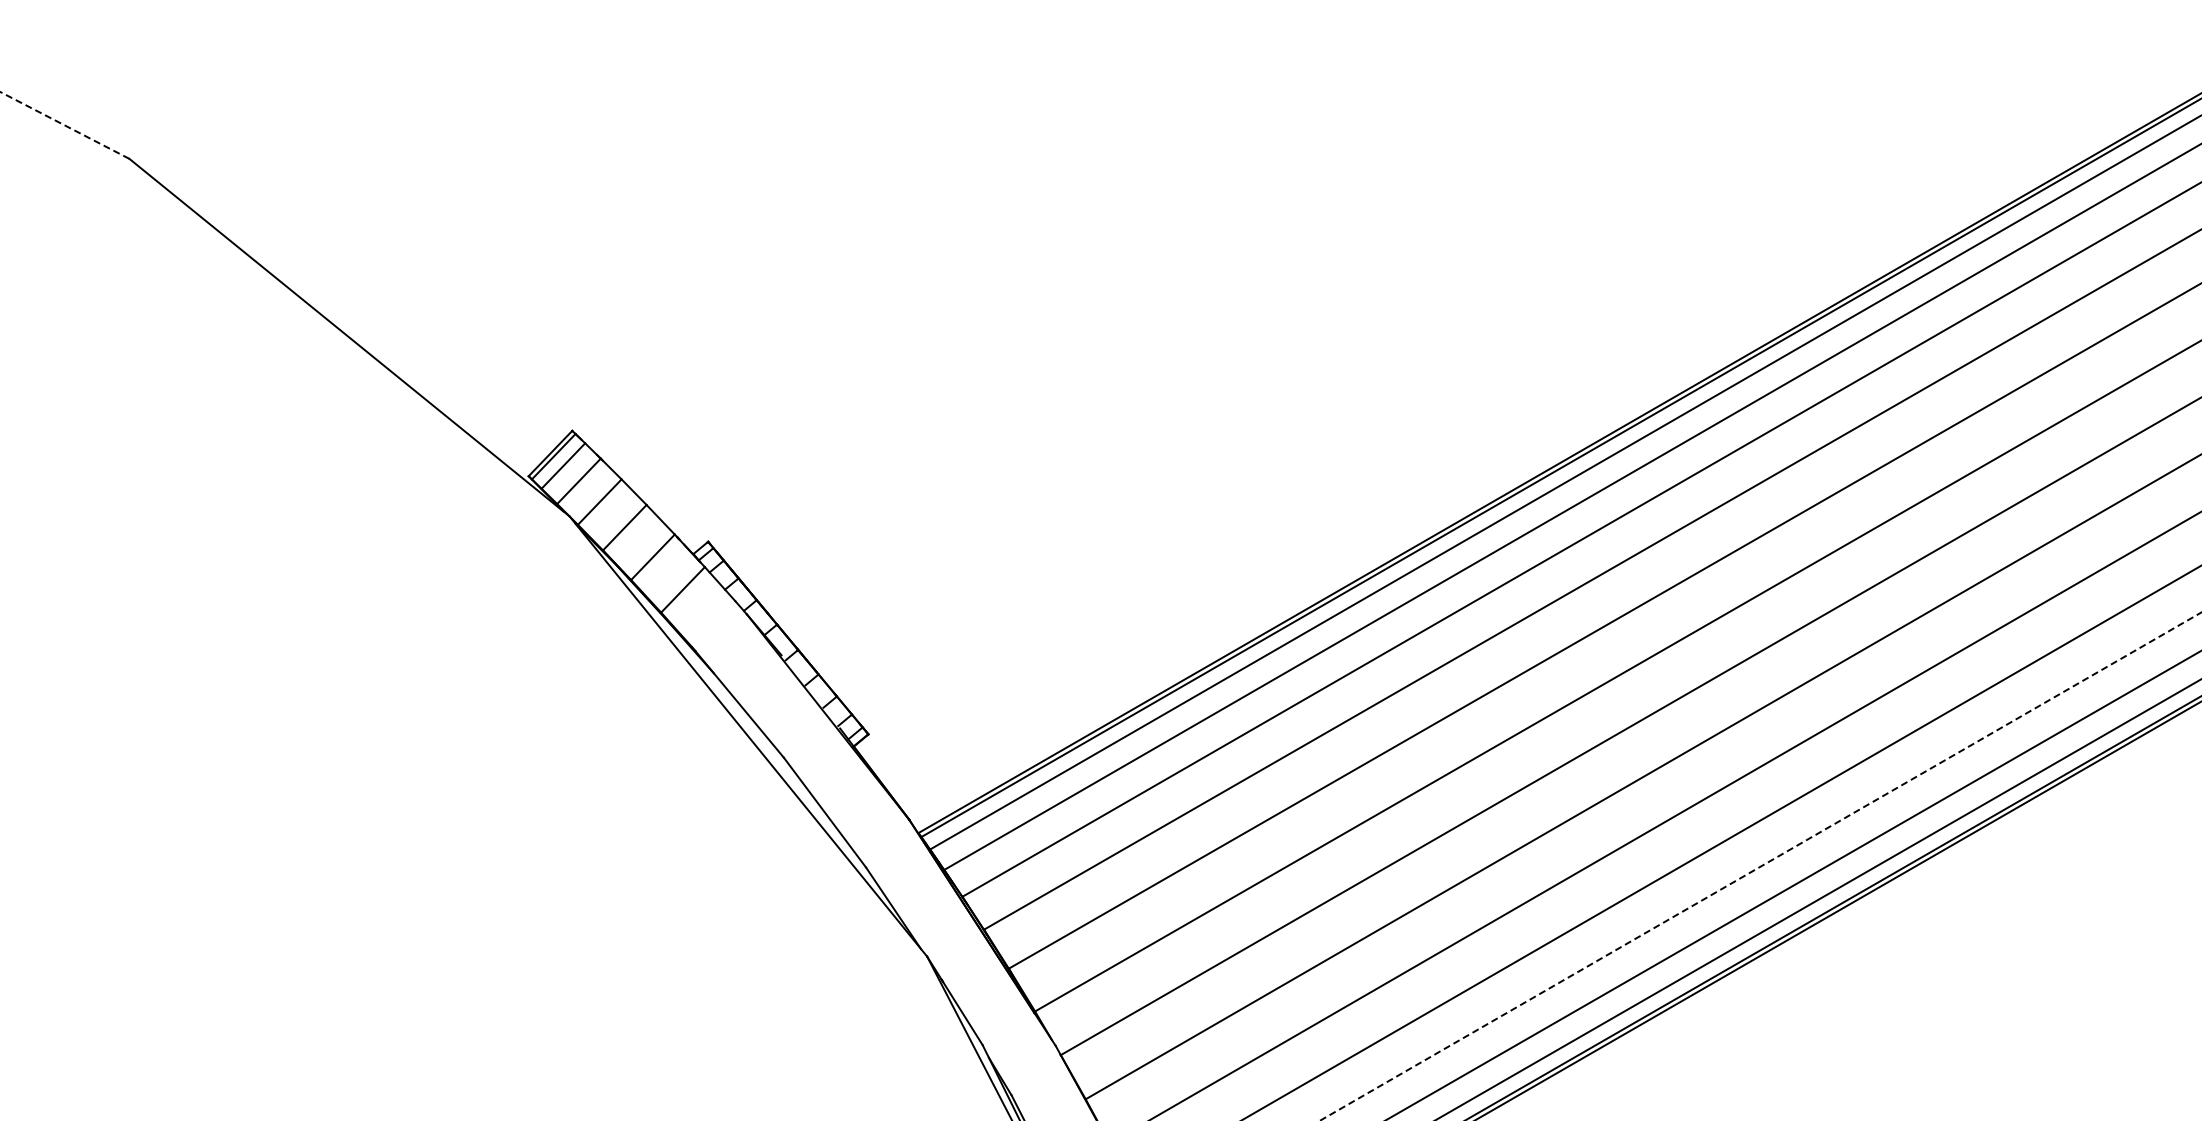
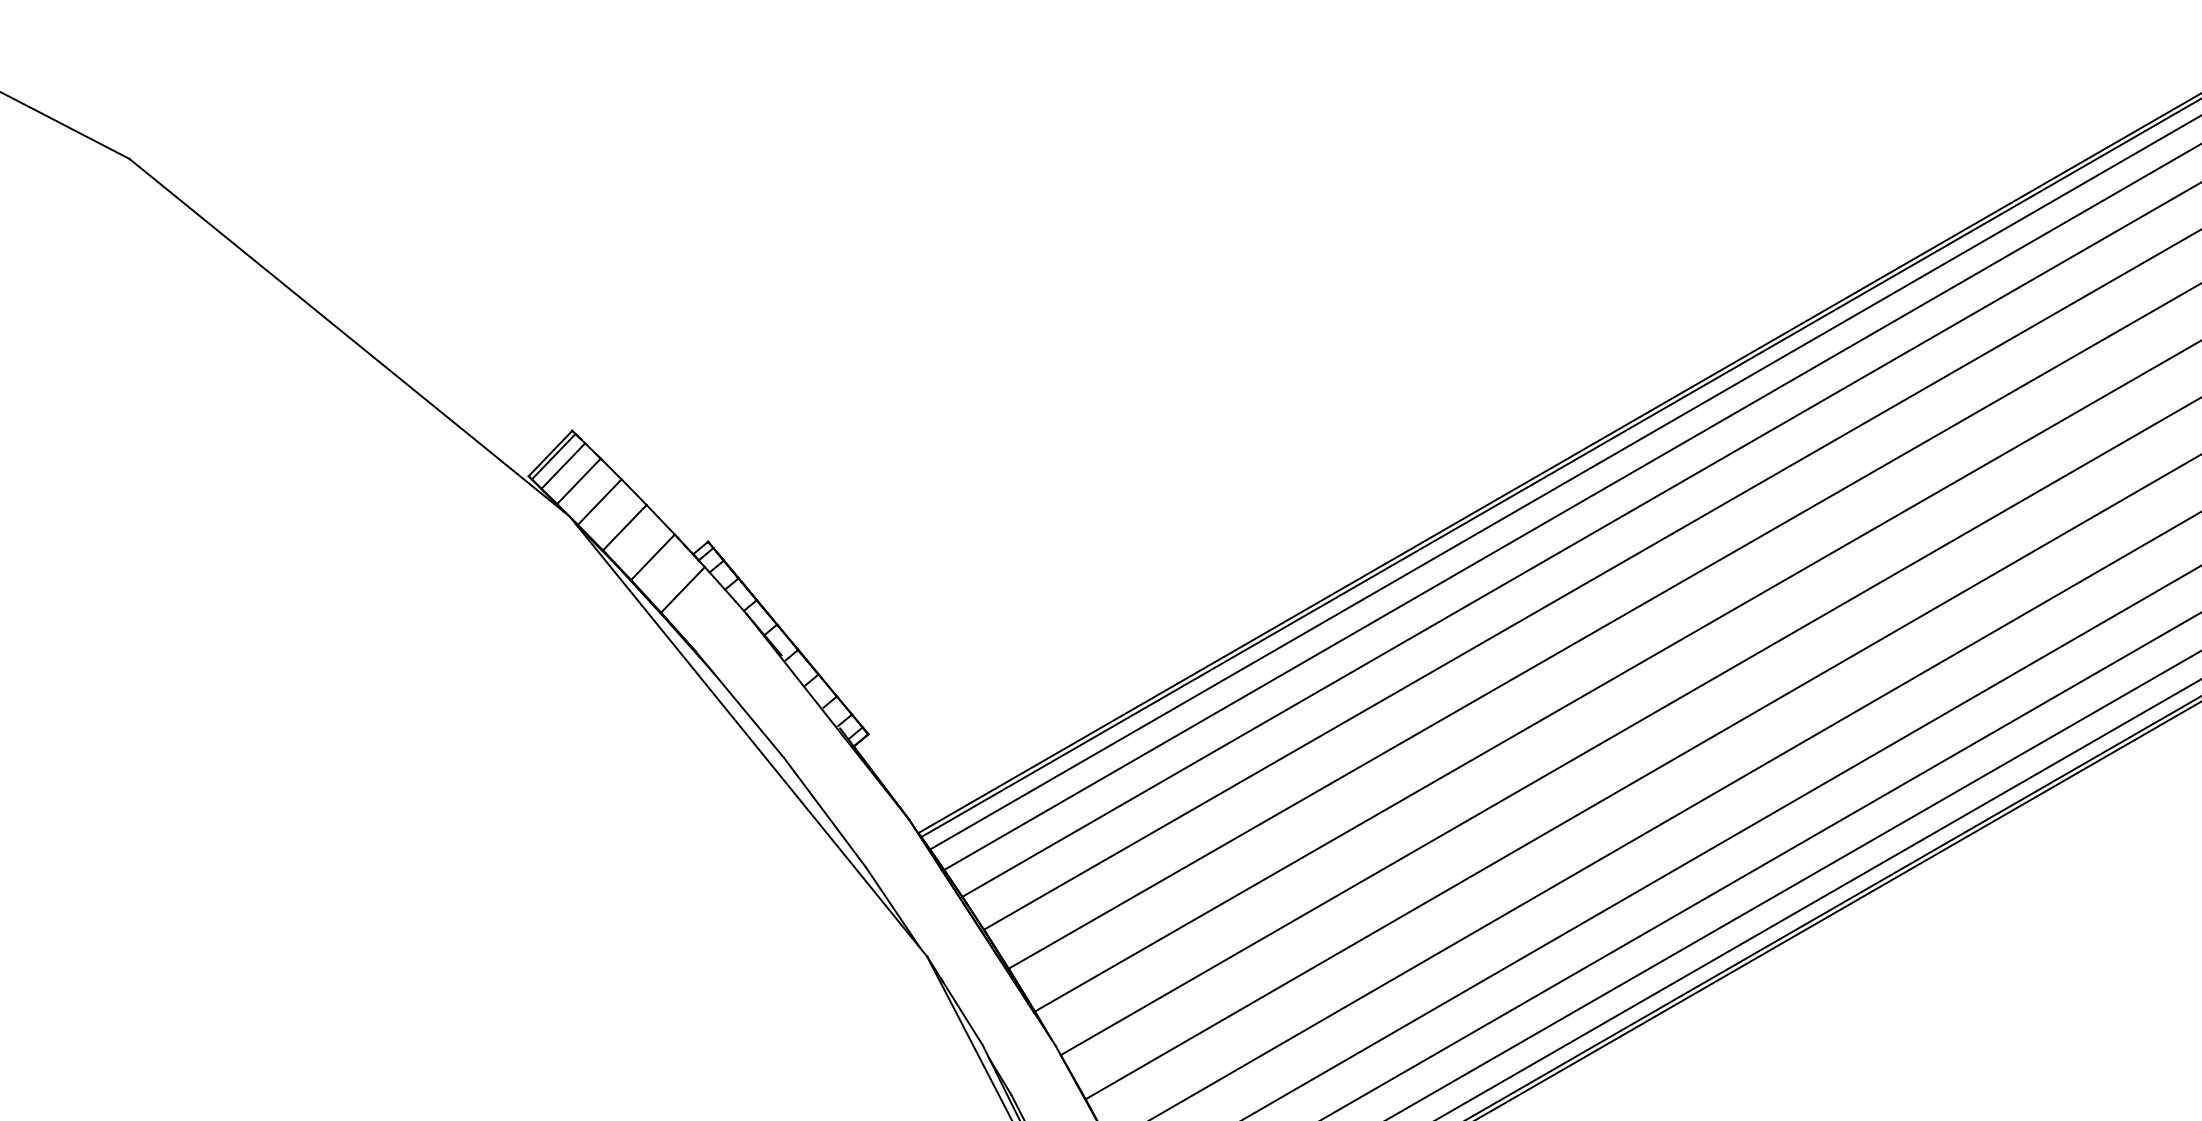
line at (64, 125): dashed -> solid
line at (1760, 866): dashed -> solid
